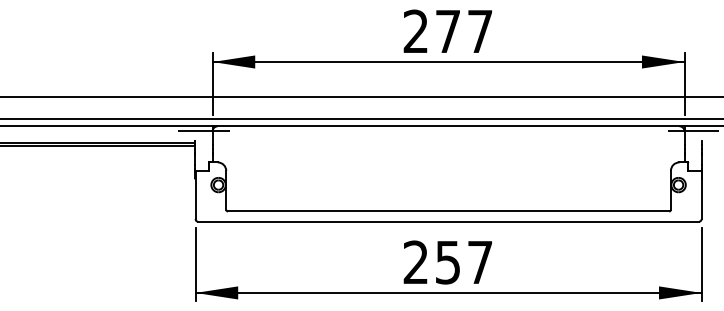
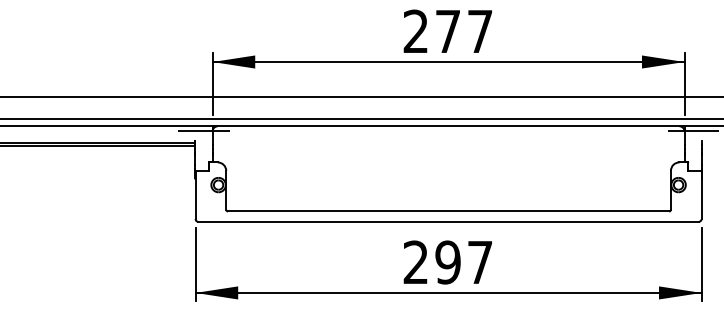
text at (447, 262): 257 -> 297
